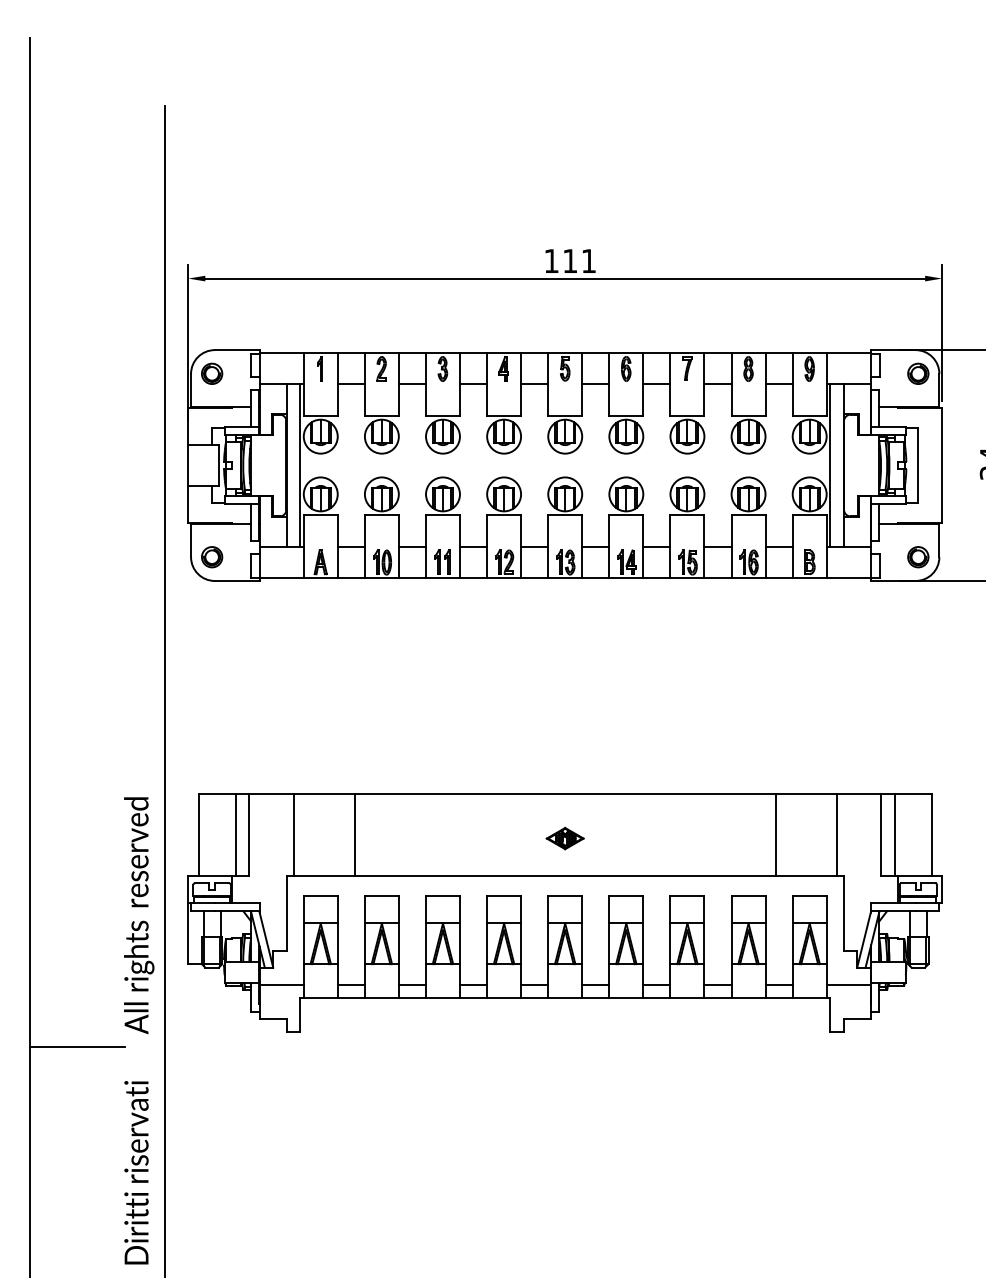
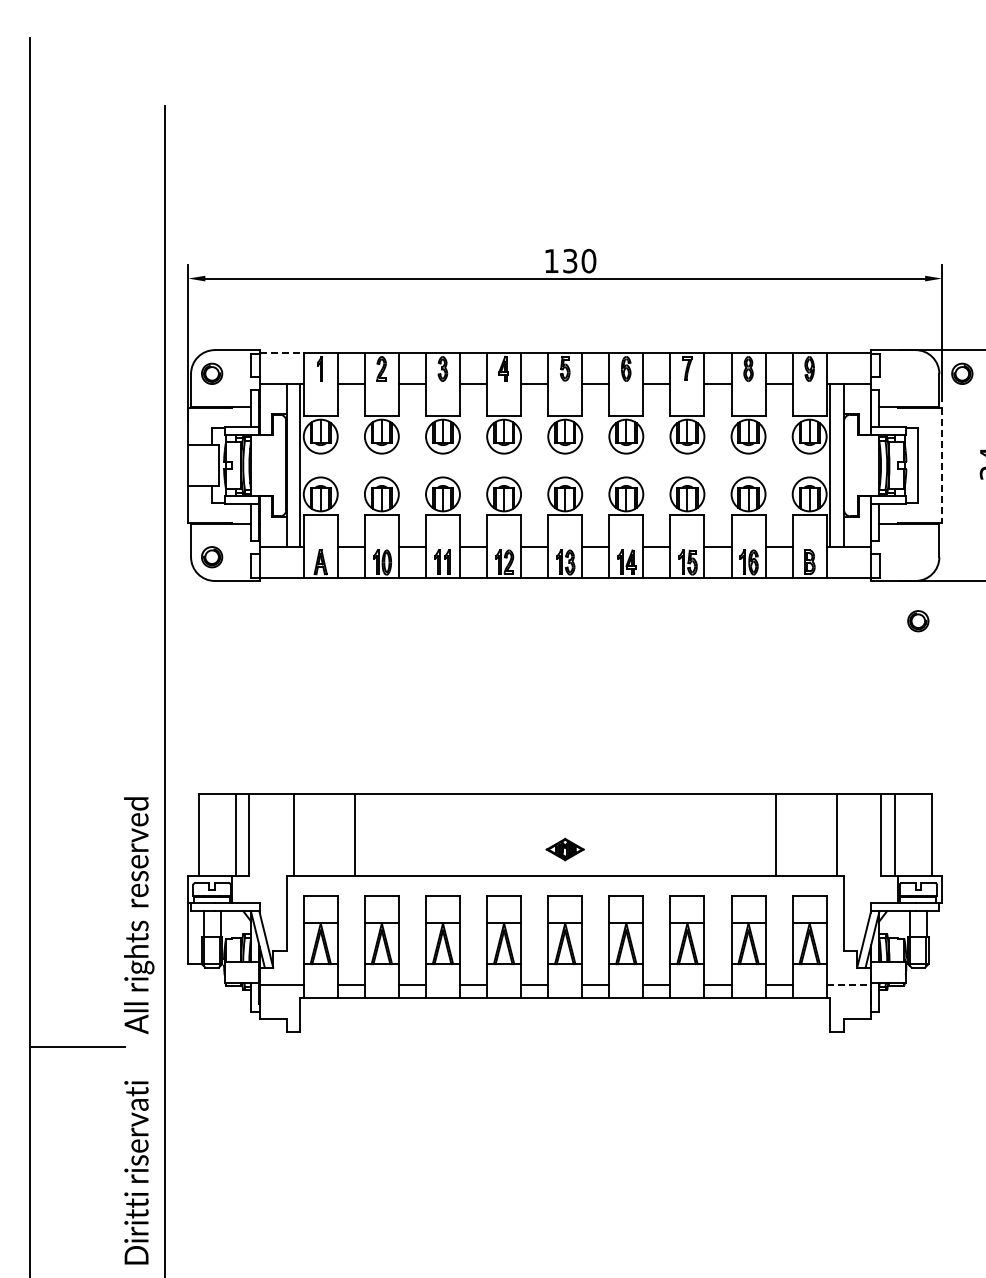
text at (579, 260): 111 -> 130
line at (282, 353): solid -> dashed
part at (918, 373) position: (918, 373) -> (962, 373)
line at (942, 465): solid -> dashed
part at (918, 557) position: (918, 557) -> (918, 621)
part at (564, 838) position: (564, 838) -> (564, 849)
line at (849, 984): solid -> dashed
